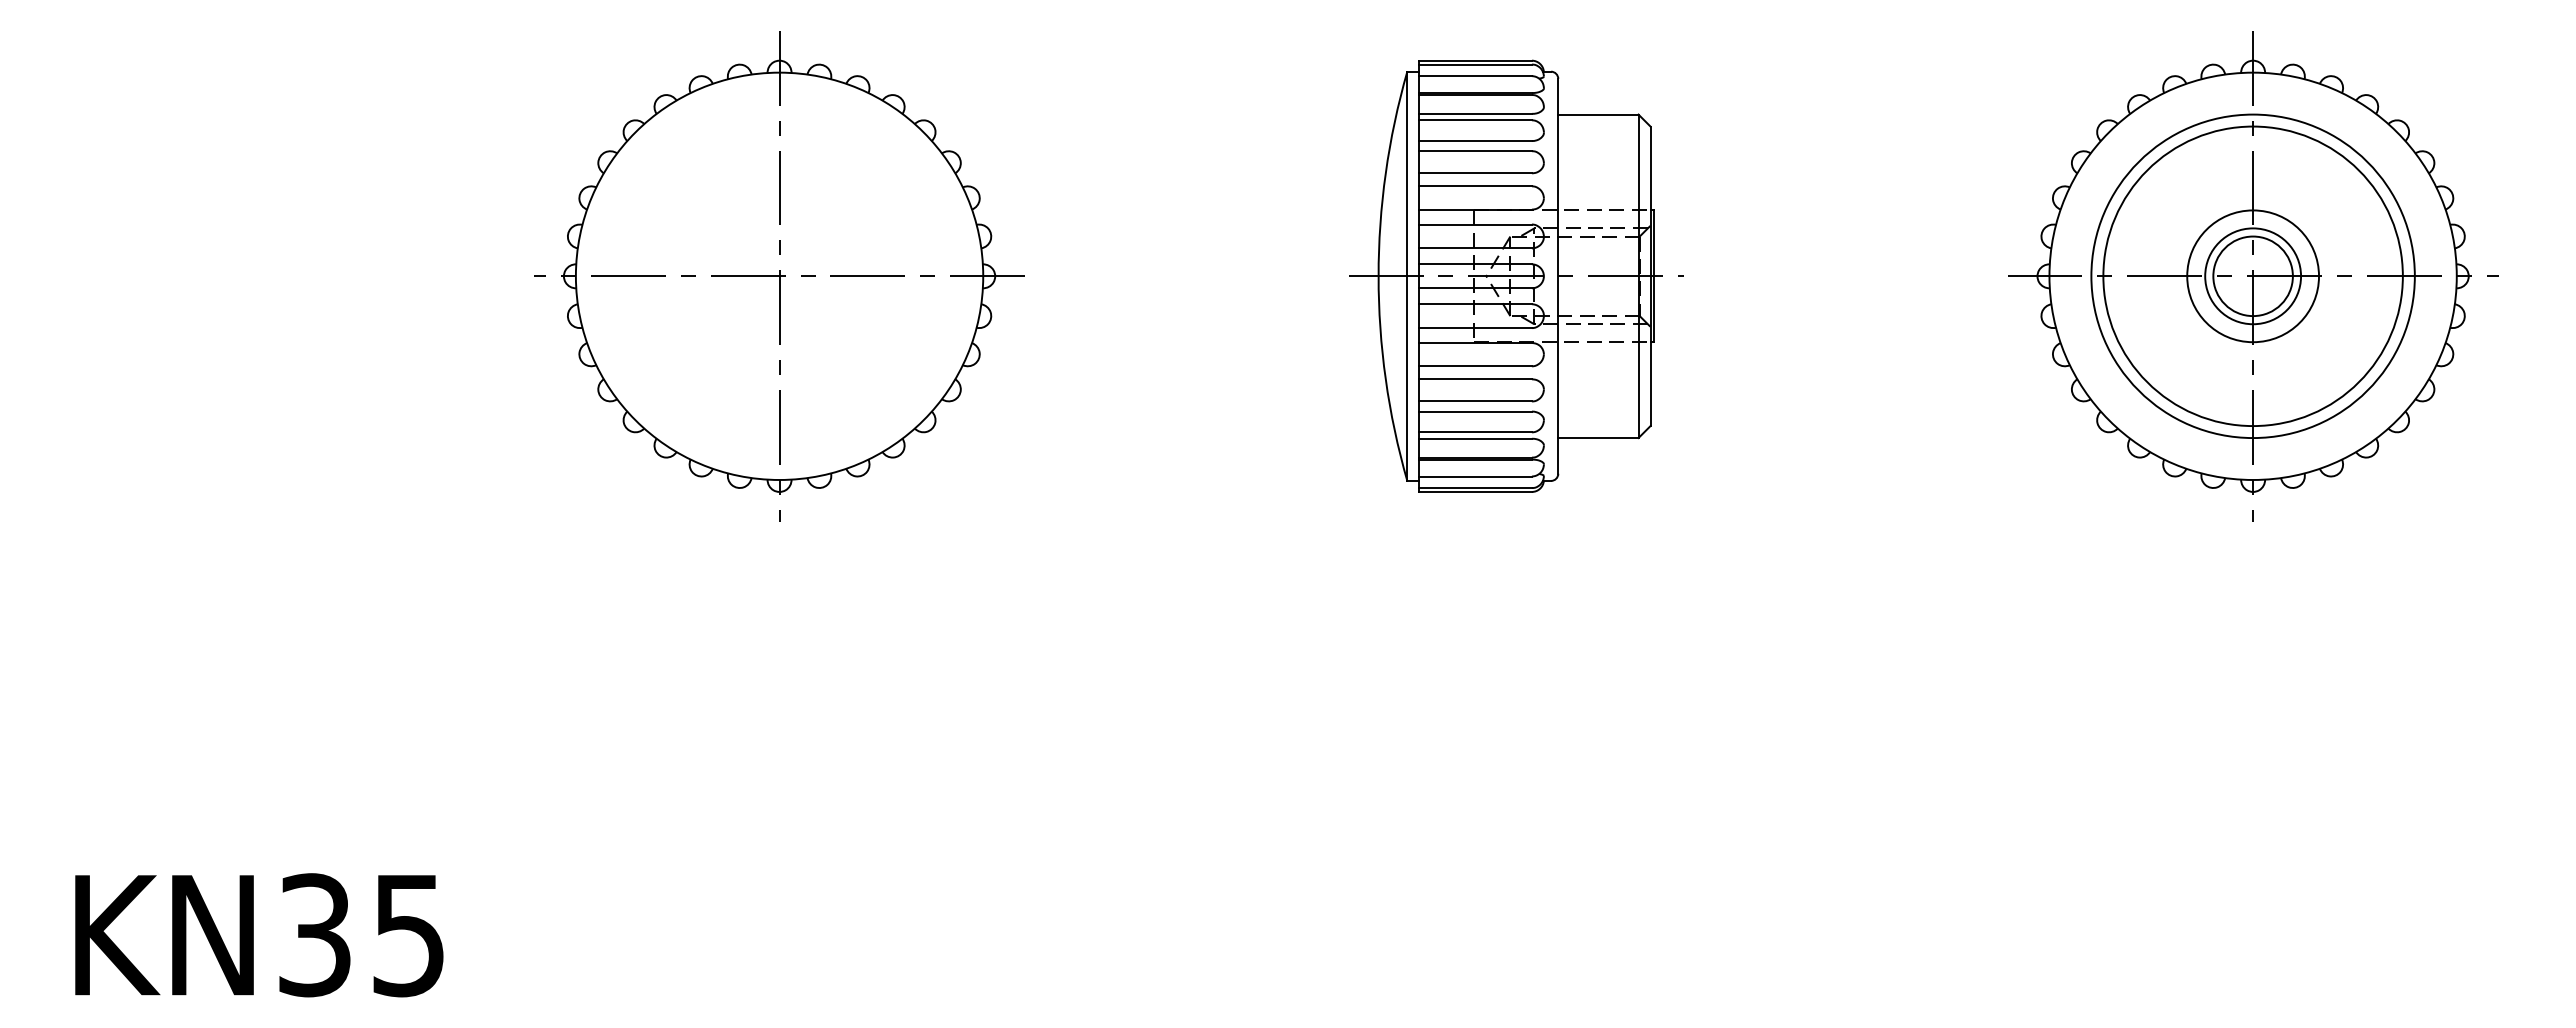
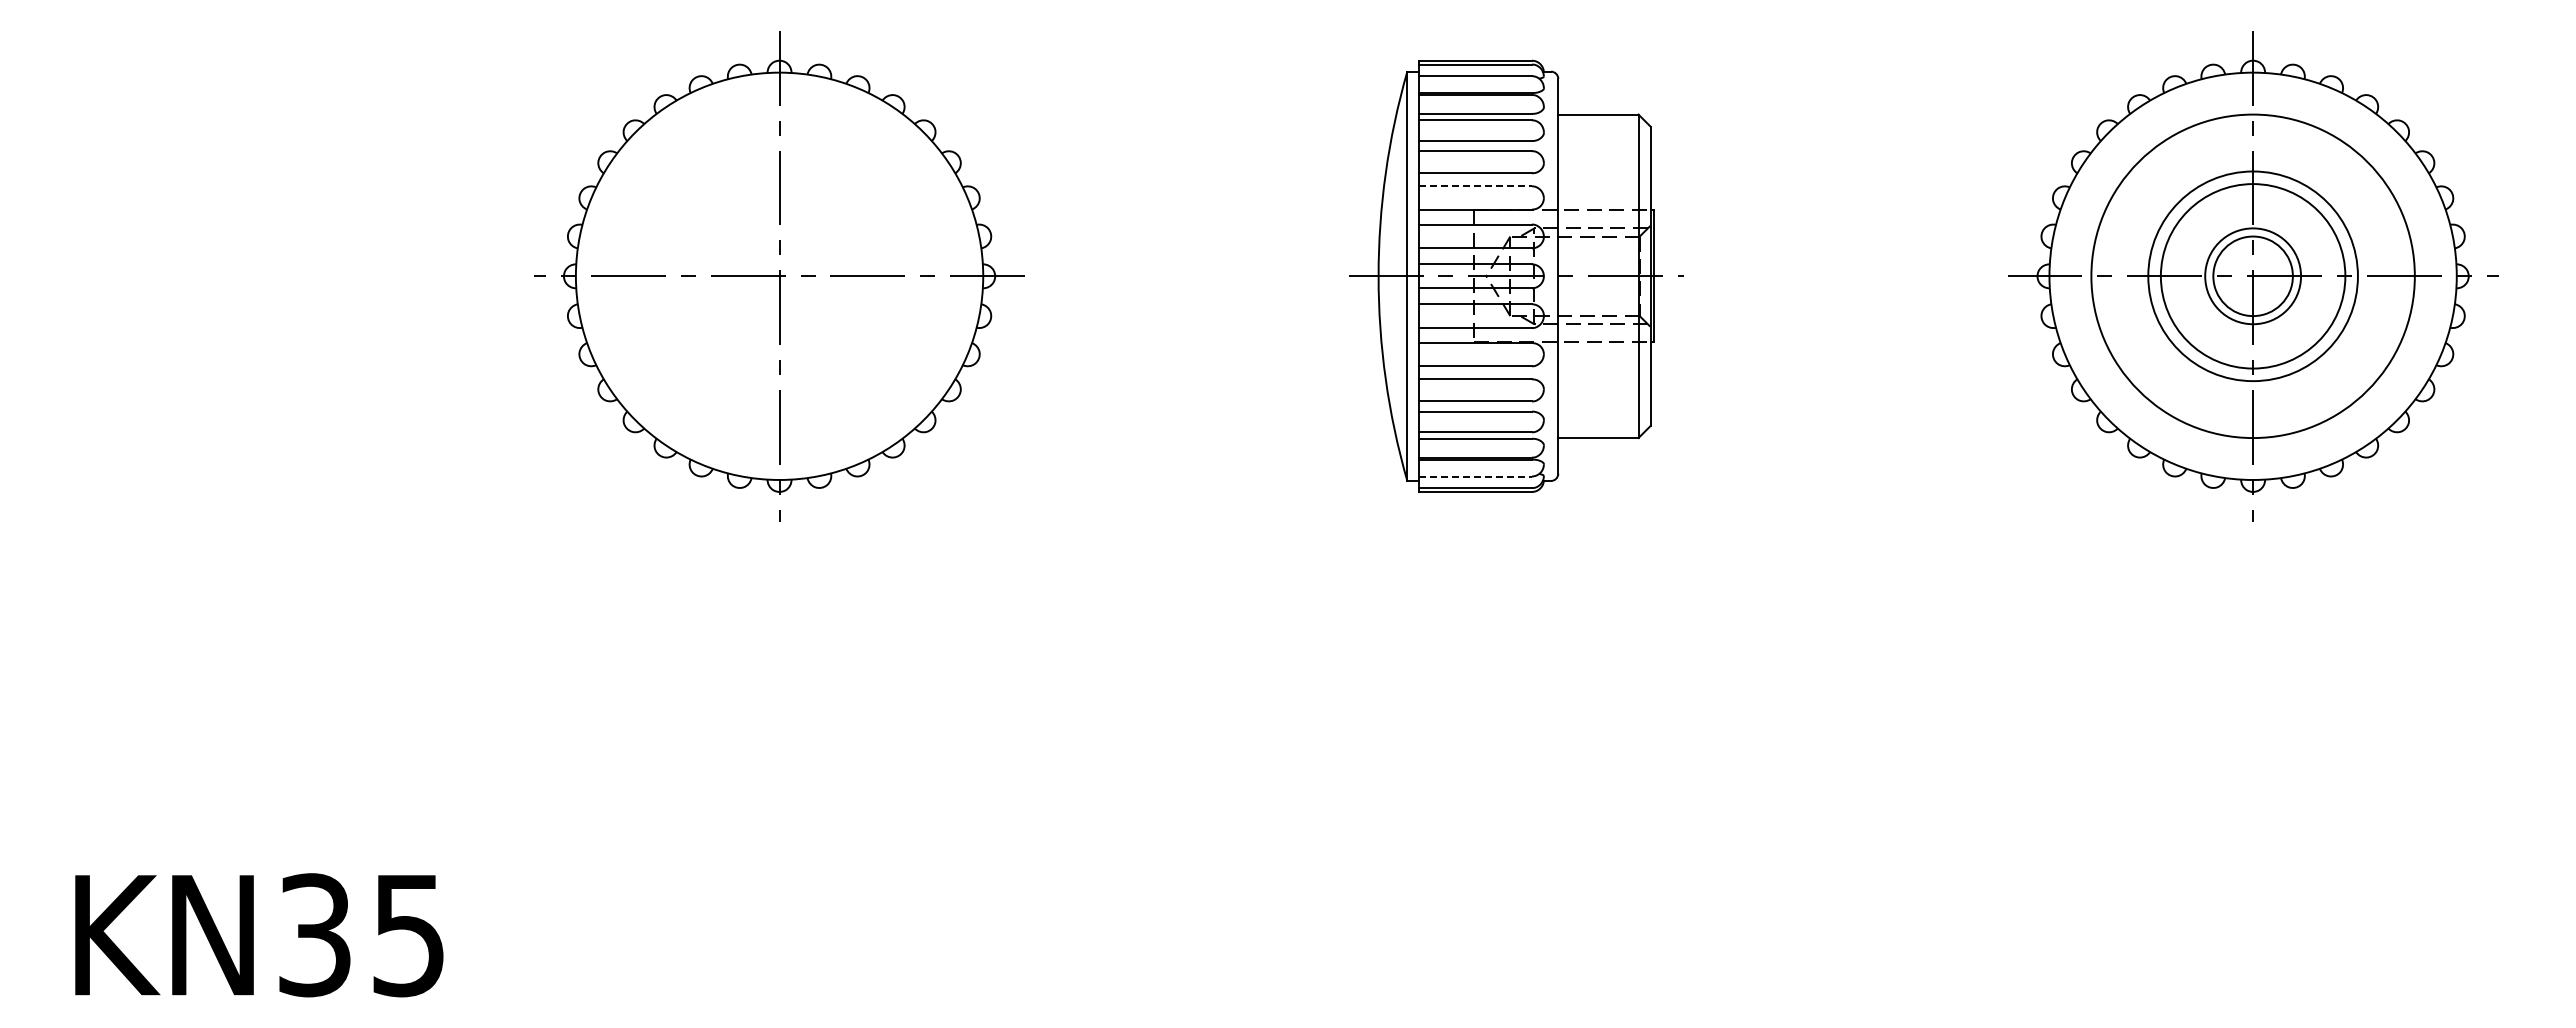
line at (1476, 186): solid -> dashed
circle at (2252, 276) diameter: 300 px -> 210 px
circle at (2253, 276) diameter: 132 px -> 184 px
line at (1476, 476): solid -> dashed
